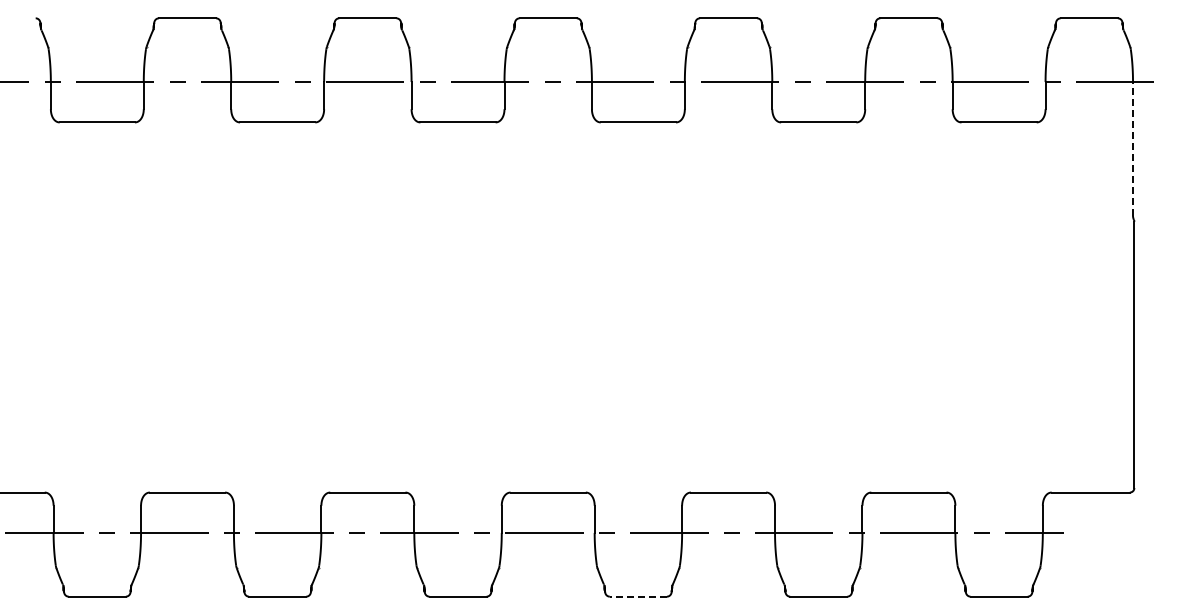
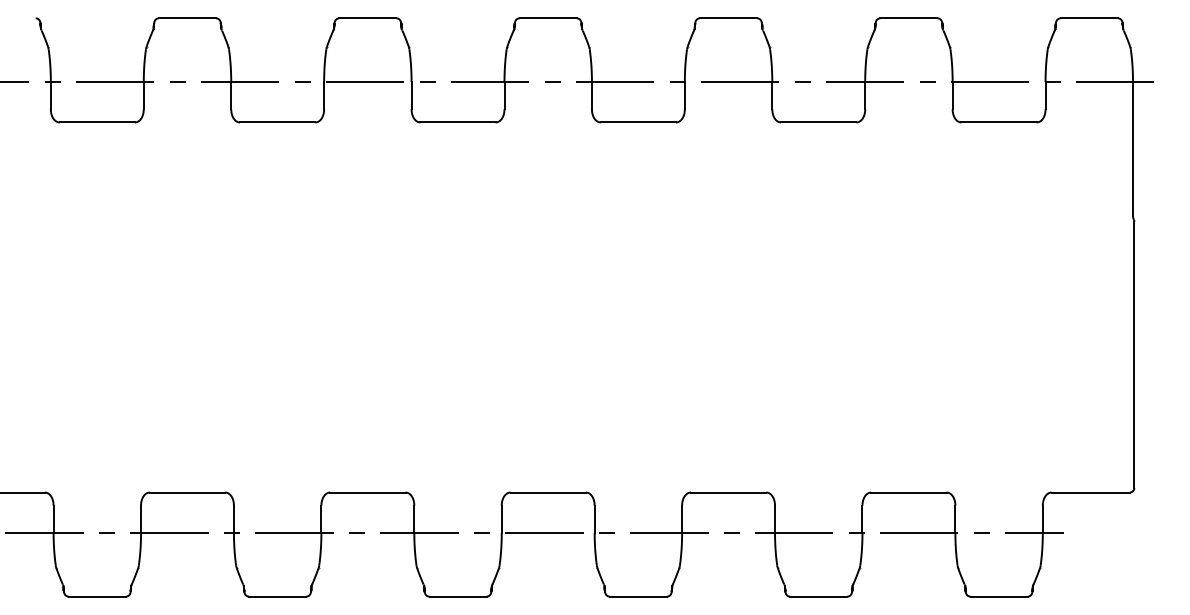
line at (1133, 148): dashed -> solid
line at (638, 596): dashed -> solid
